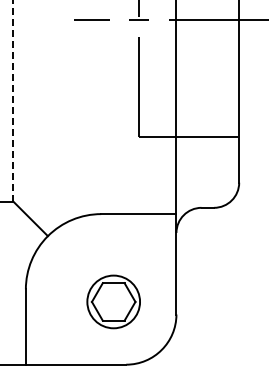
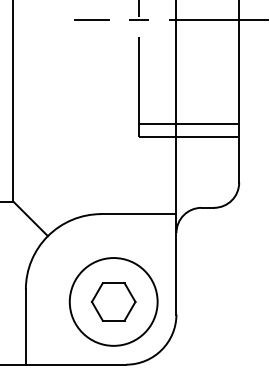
line at (13, 100): dashed -> solid
line at (188, 123): none -> present
circle at (113, 301) diameter: 53 px -> 88 px
